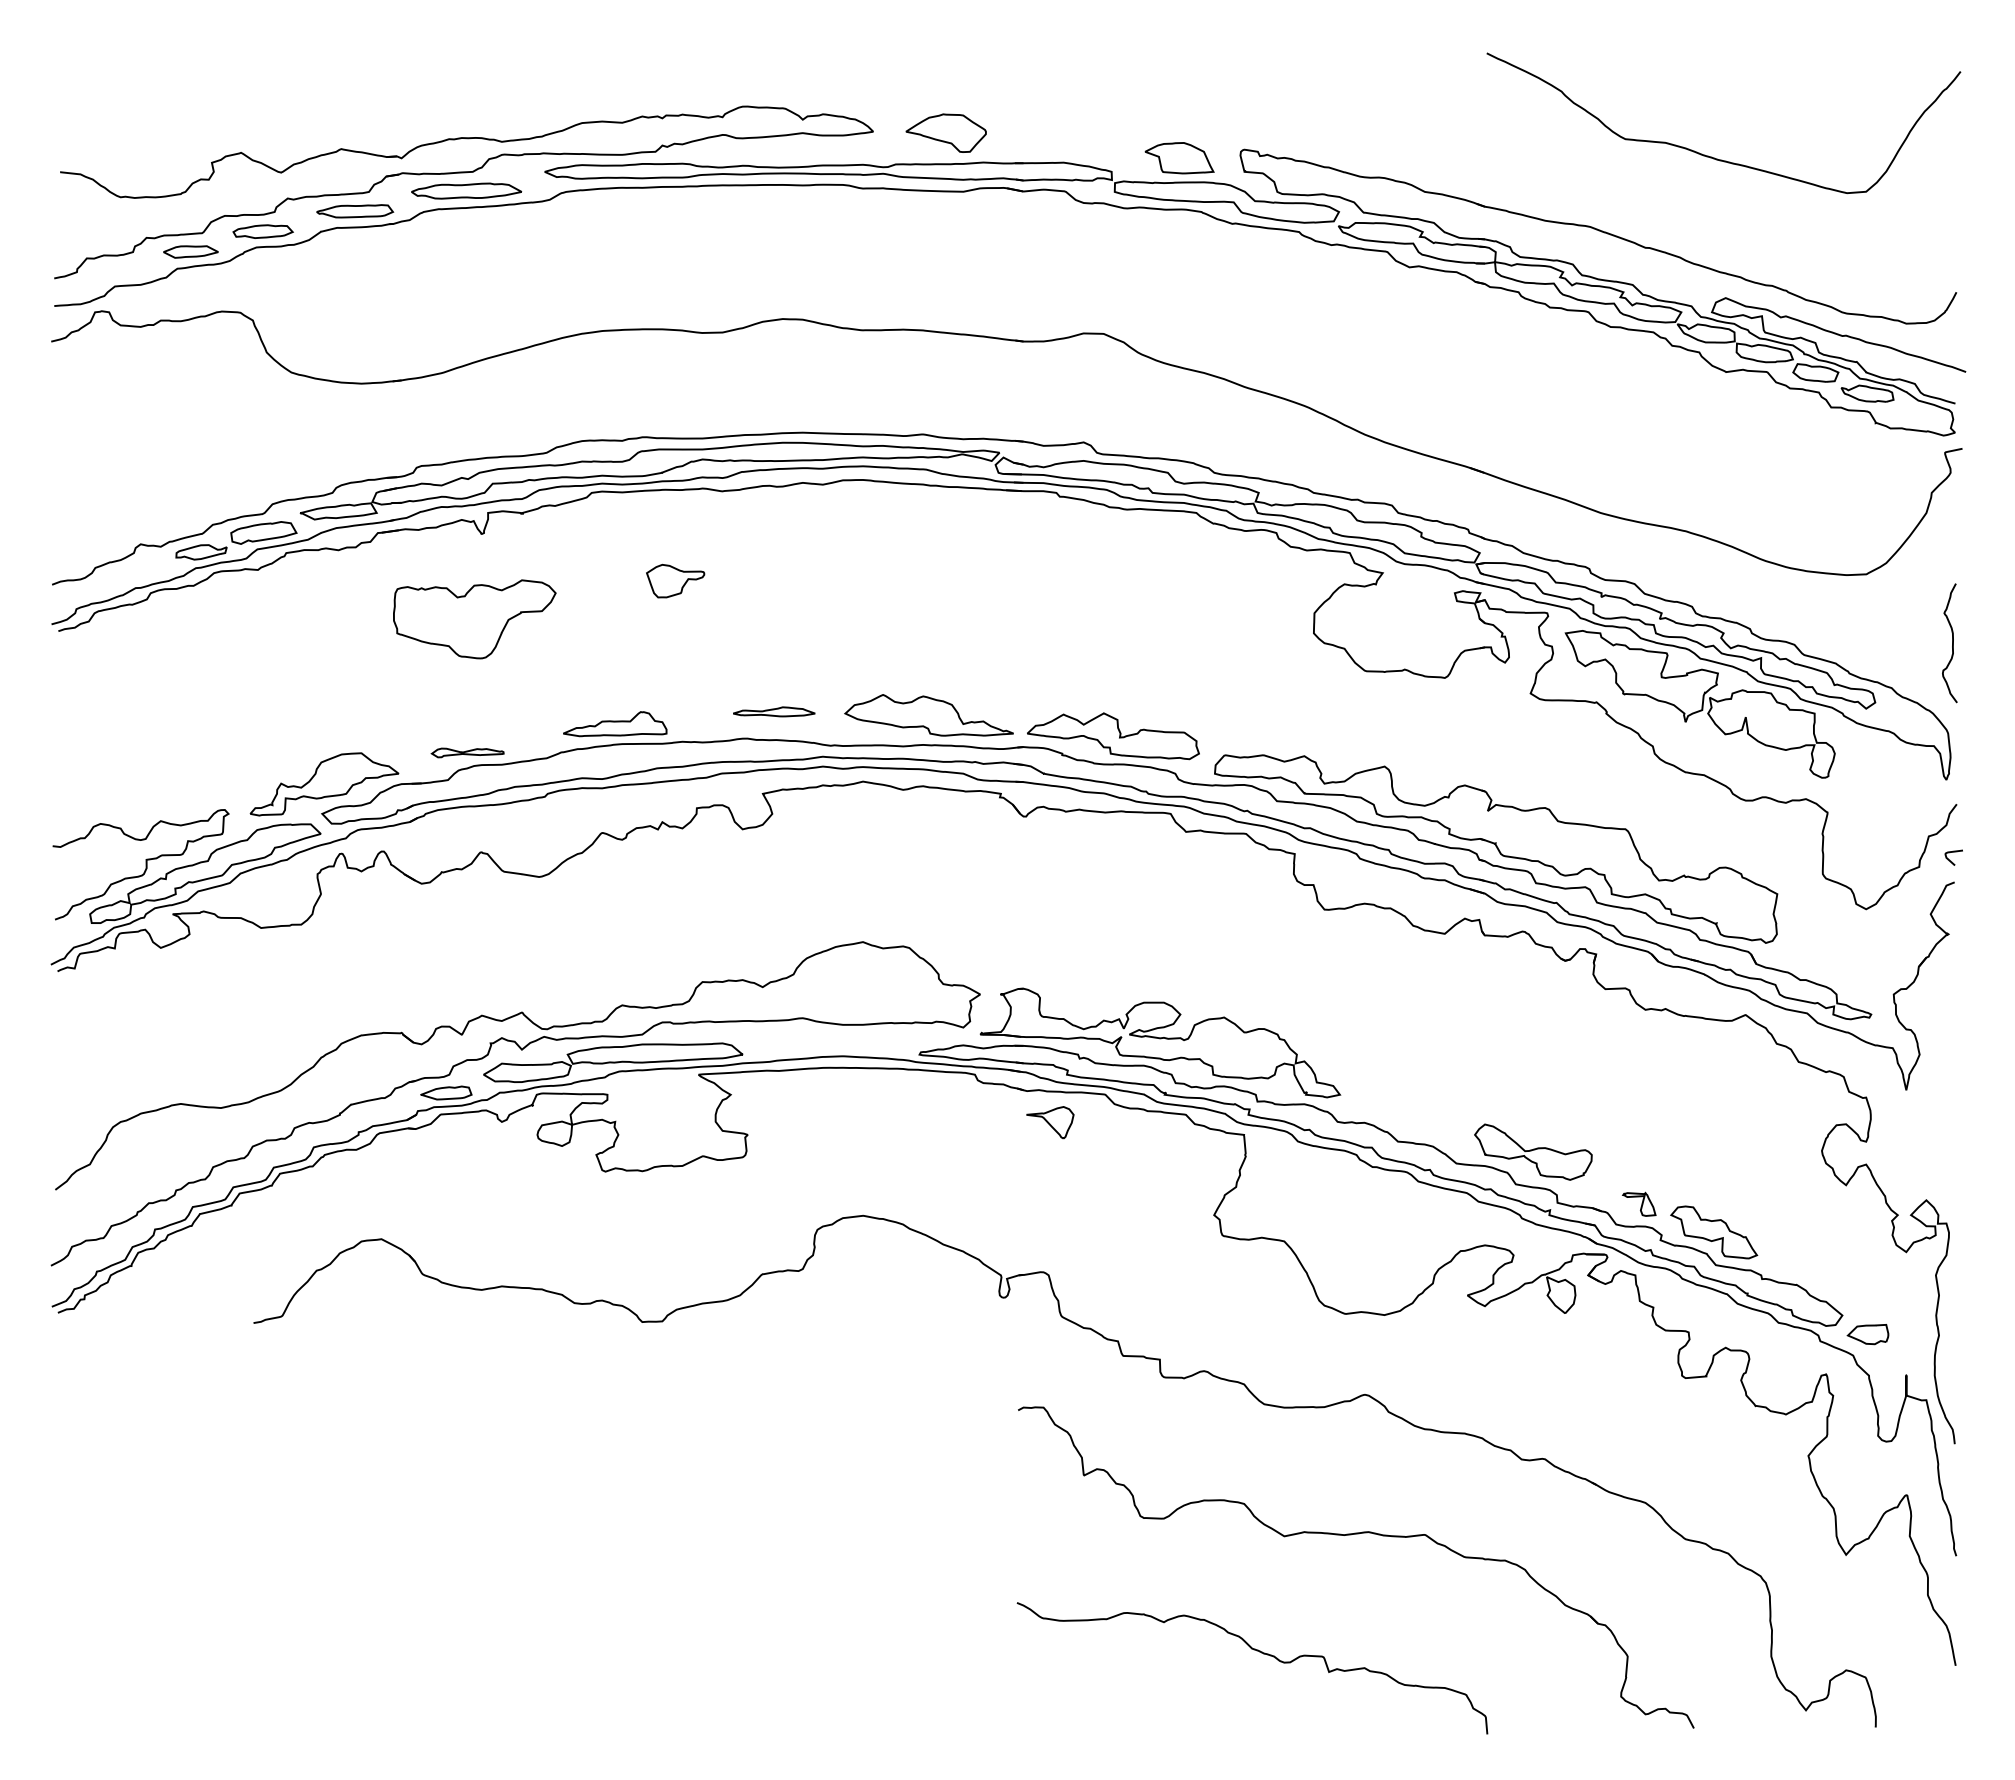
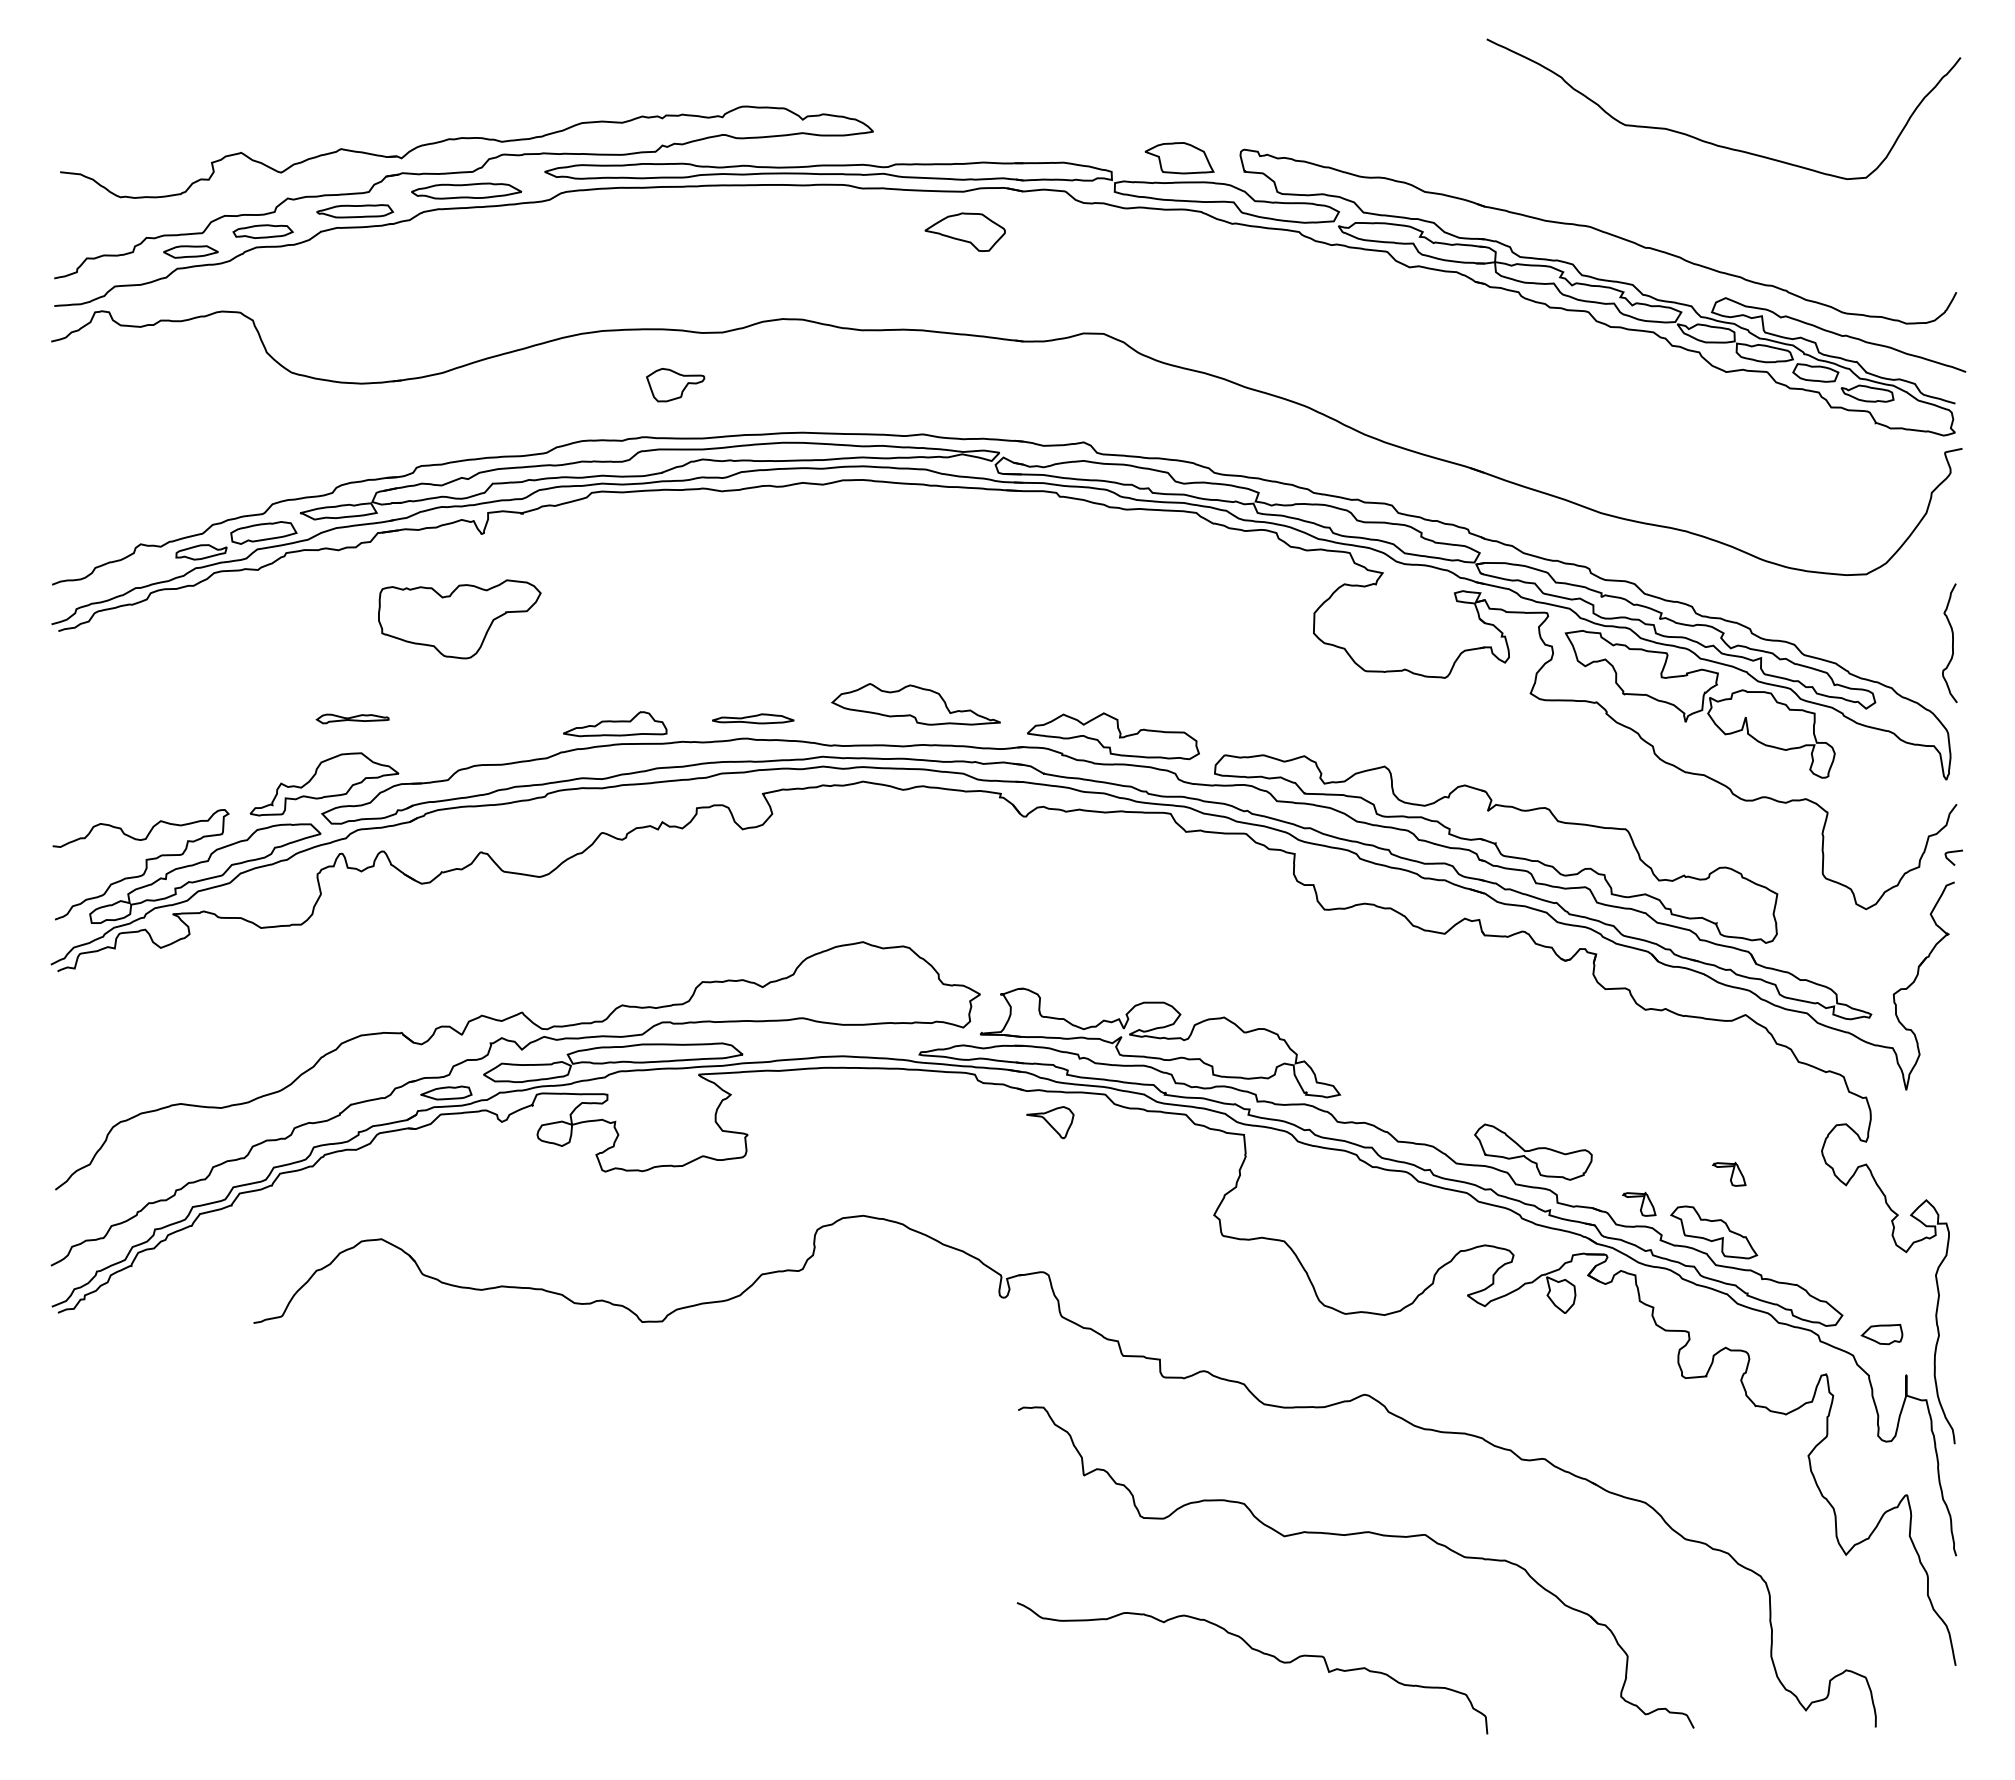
part at (945, 132) position: (945, 132) -> (964, 231)
curve at (1711, 156) position: (1711, 156) -> (1711, 142)
part at (675, 580) position: (675, 580) -> (675, 384)
part at (474, 619) position: (474, 619) -> (459, 619)
part at (774, 711) position: (774, 711) -> (753, 718)
part at (928, 715) position: (928, 715) -> (915, 704)
part at (467, 752) position: (467, 752) -> (352, 718)
part at (1729, 1173): none -> present
part at (1867, 1334) position: (1867, 1334) -> (1881, 1334)
